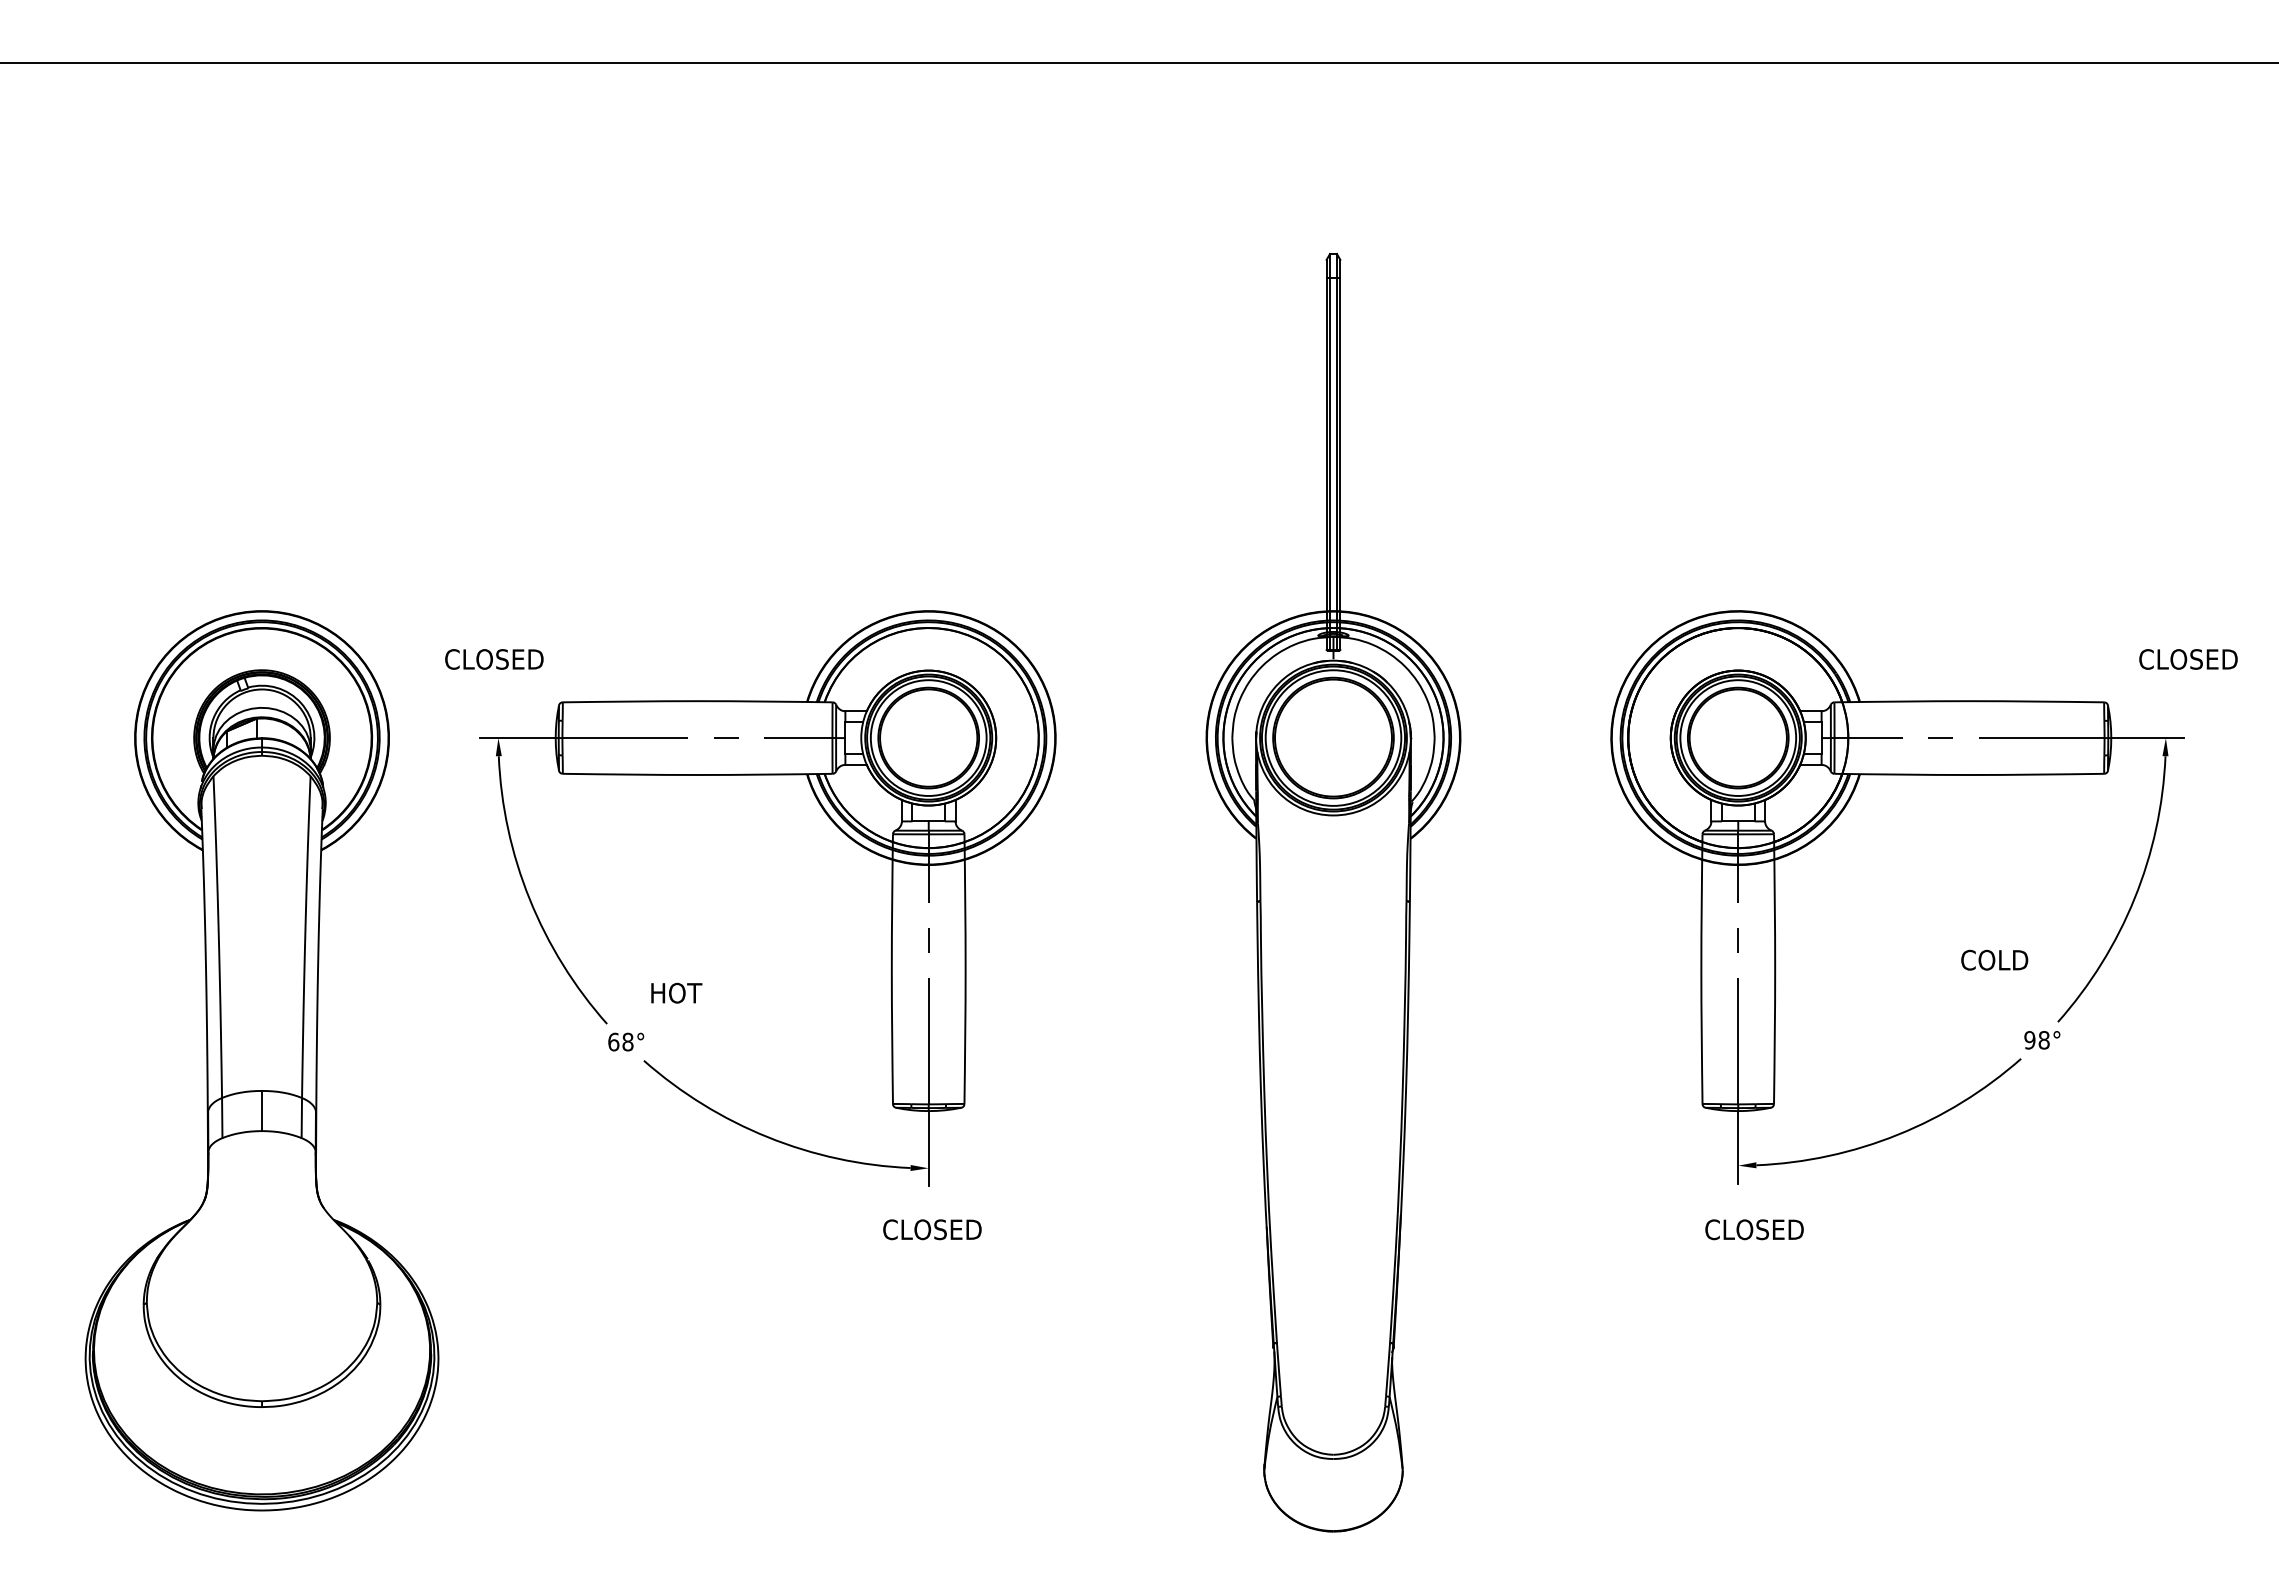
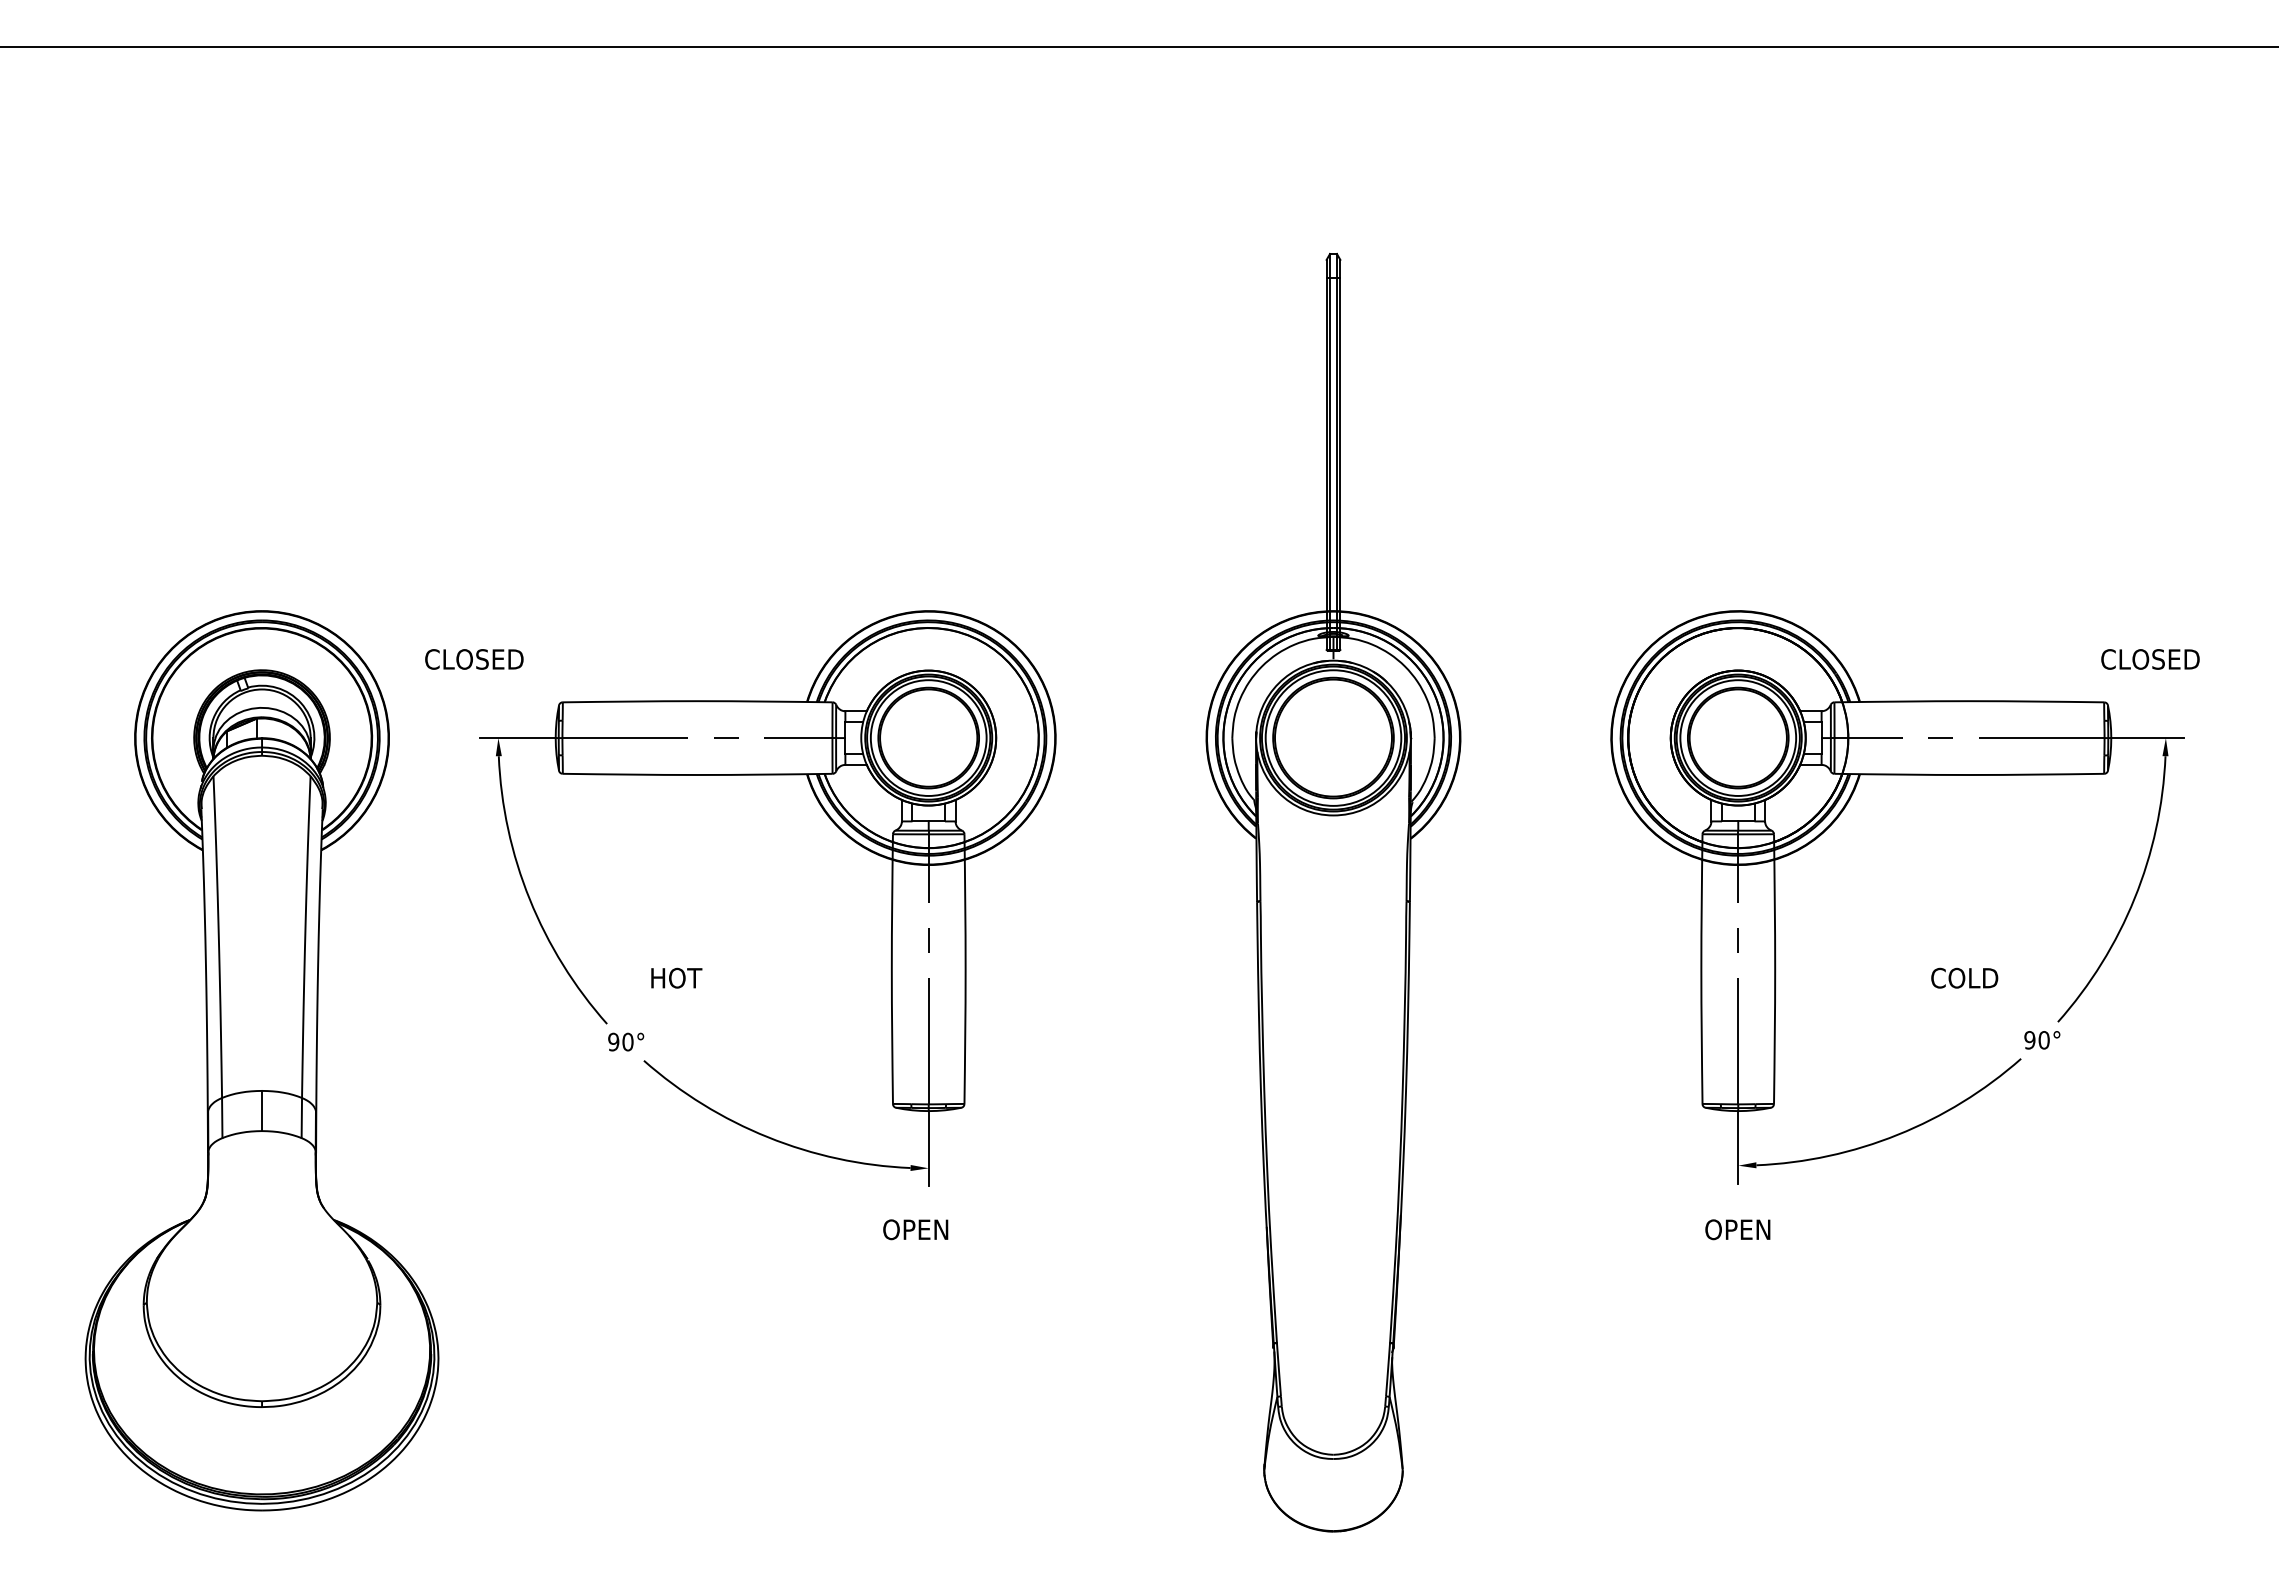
line at (1138, 63) position: (1138, 63) -> (1138, 47)
text at (494, 659) position: (494, 659) -> (474, 659)
text at (2188, 659) position: (2188, 659) -> (2150, 659)
text at (1994, 959) position: (1994, 959) -> (1964, 977)
text at (676, 992) position: (676, 992) -> (676, 977)
text at (2043, 1040): 98° -> 90°
text at (620, 1041): 68° -> 90°
text at (935, 1229): CLOSED -> OPEN
text at (1757, 1229): CLOSED -> OPEN
